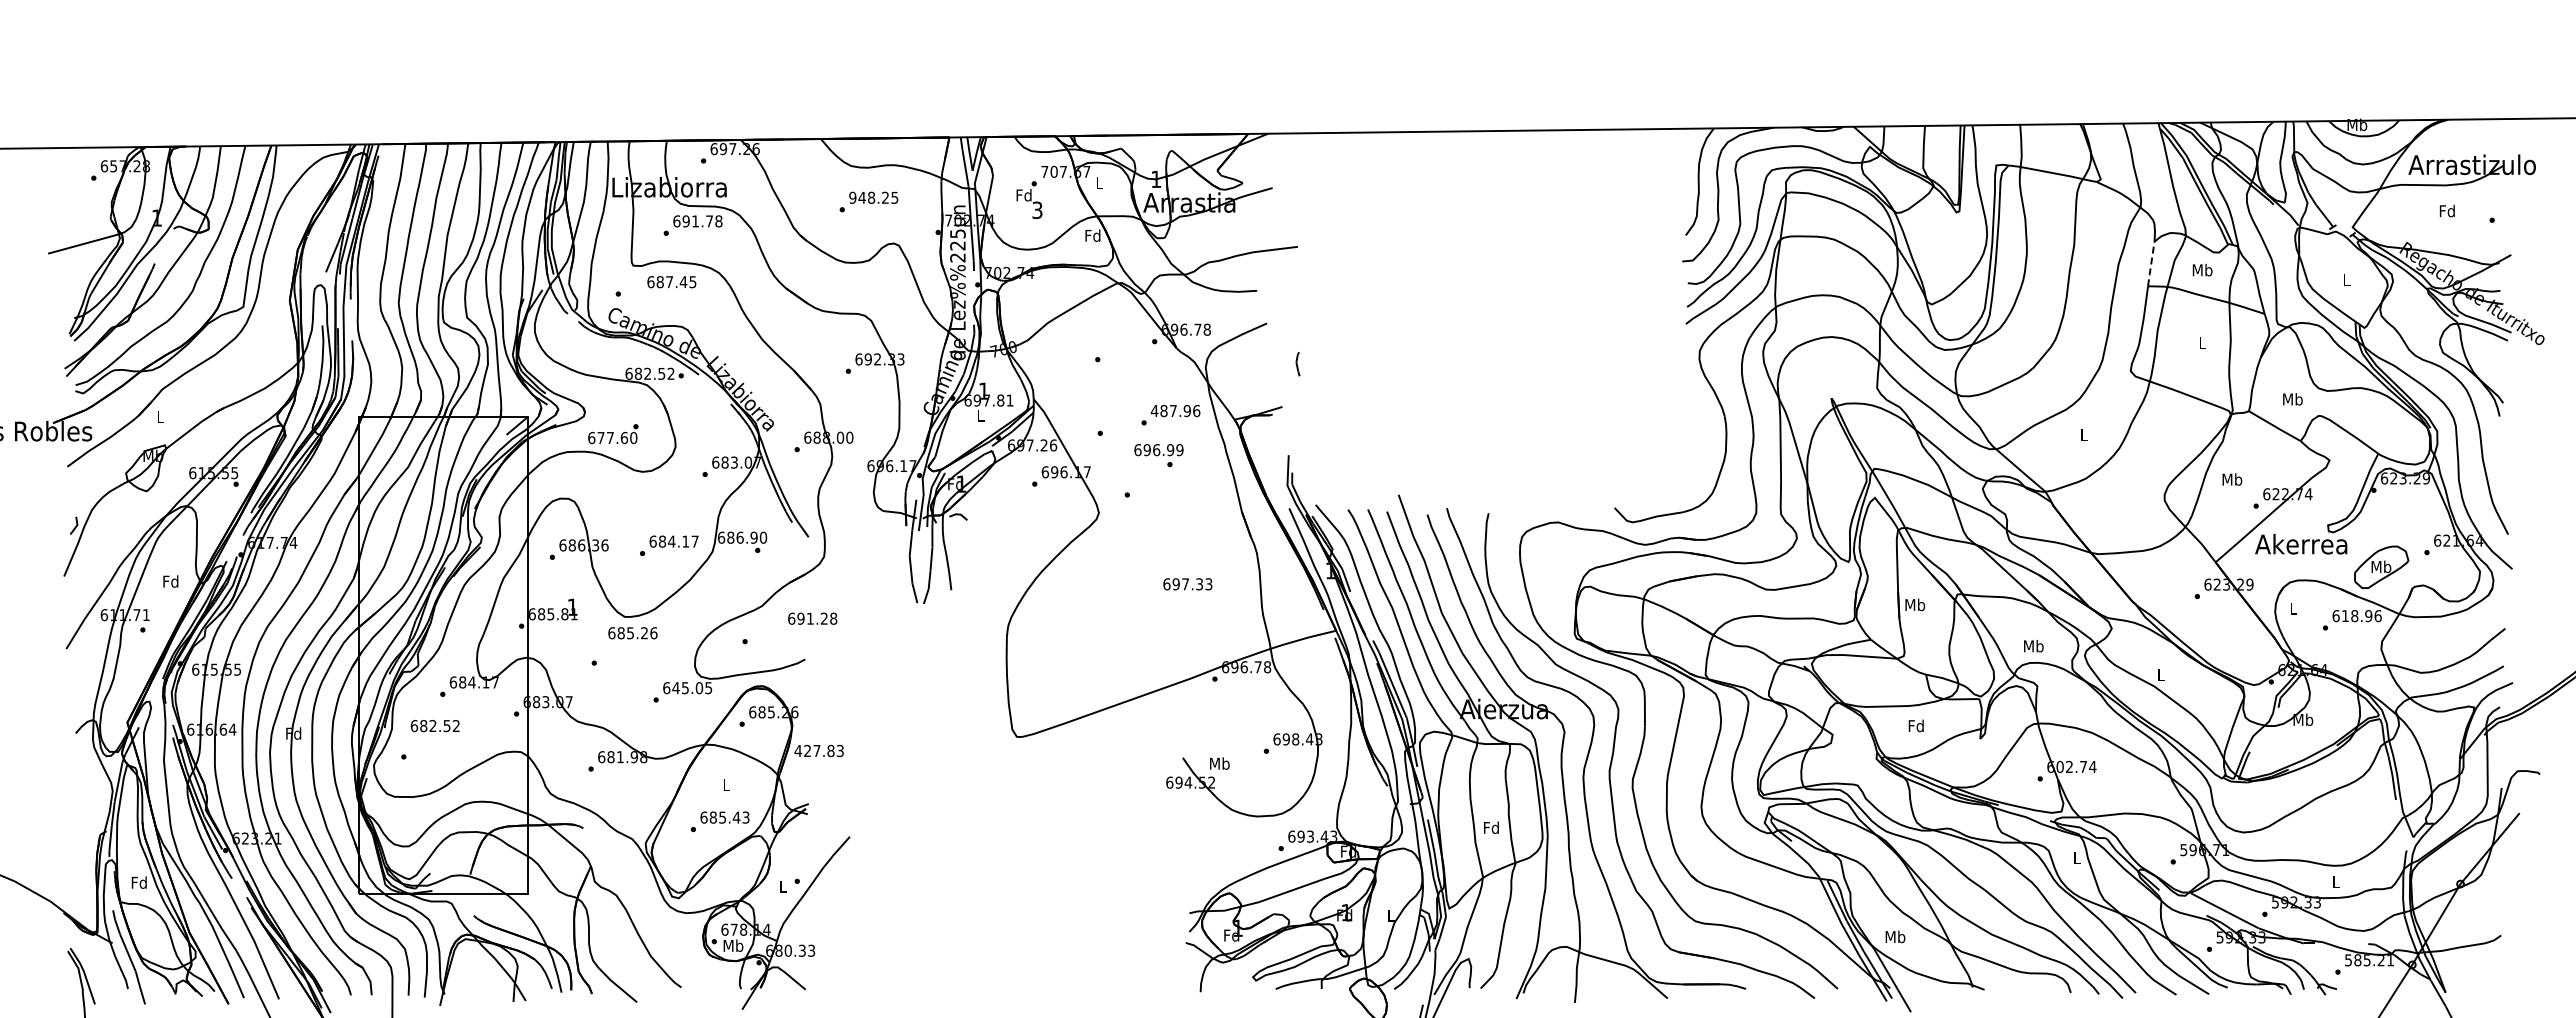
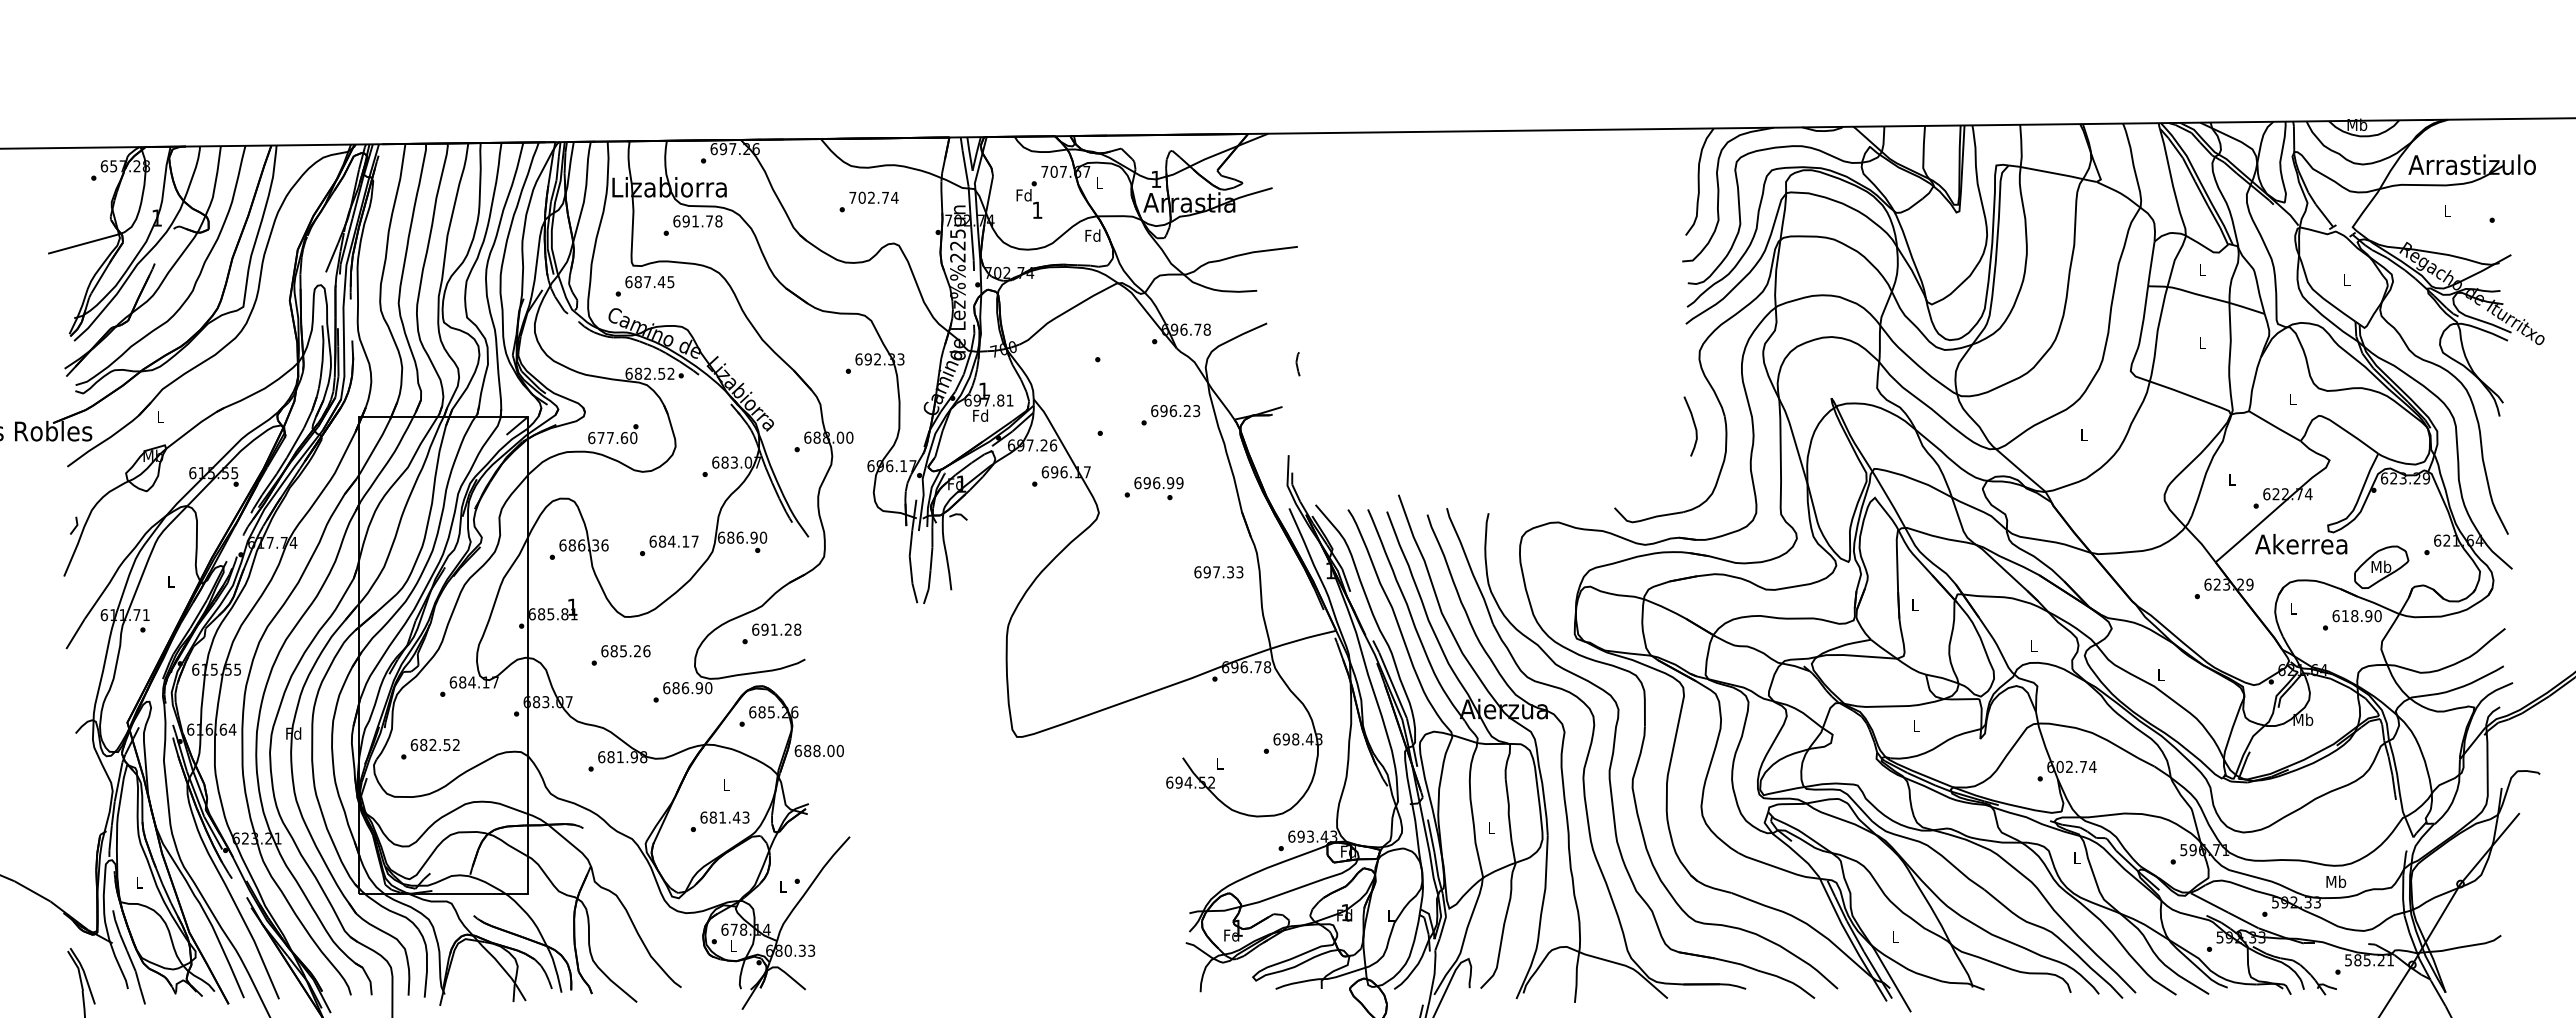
text at (873, 197): 948.25 -> 702.74
text at (1037, 210): 3 -> 1
text at (2446, 210): Fd -> L
line at (2151, 263): dashed -> solid
text at (2202, 269): Mb -> L
text at (671, 282) position: (671, 282) -> (649, 282)
text at (2292, 399): Mb -> L
text at (1175, 410): 487.96 -> 696.23
text at (980, 415): L -> Fd
curve at (1693, 424): none -> present
text at (1158, 455) position: (1158, 455) -> (1158, 488)
text at (2232, 479): Mb -> L
text at (170, 581): Fd -> L
text at (1187, 584) position: (1187, 584) -> (1218, 572)
text at (1915, 604): Mb -> L
text at (2377, 615): 618.96 -> 618.90
text at (812, 618) position: (812, 618) -> (776, 629)
text at (632, 633) position: (632, 633) -> (625, 651)
text at (2033, 646): Mb -> L
text at (692, 688): 645.05 -> 686.90
text at (1915, 725): Fd -> L
text at (434, 726) position: (434, 726) -> (434, 745)
text at (818, 750): 427.83 -> 688.00
text at (1219, 763): Mb -> L
text at (722, 817): 685.43 -> 681.43
text at (1491, 827): Fd -> L
text at (2336, 881): L -> Mb
text at (138, 882): Fd -> L
text at (1895, 936): Mb -> L
text at (733, 945): Mb -> L
